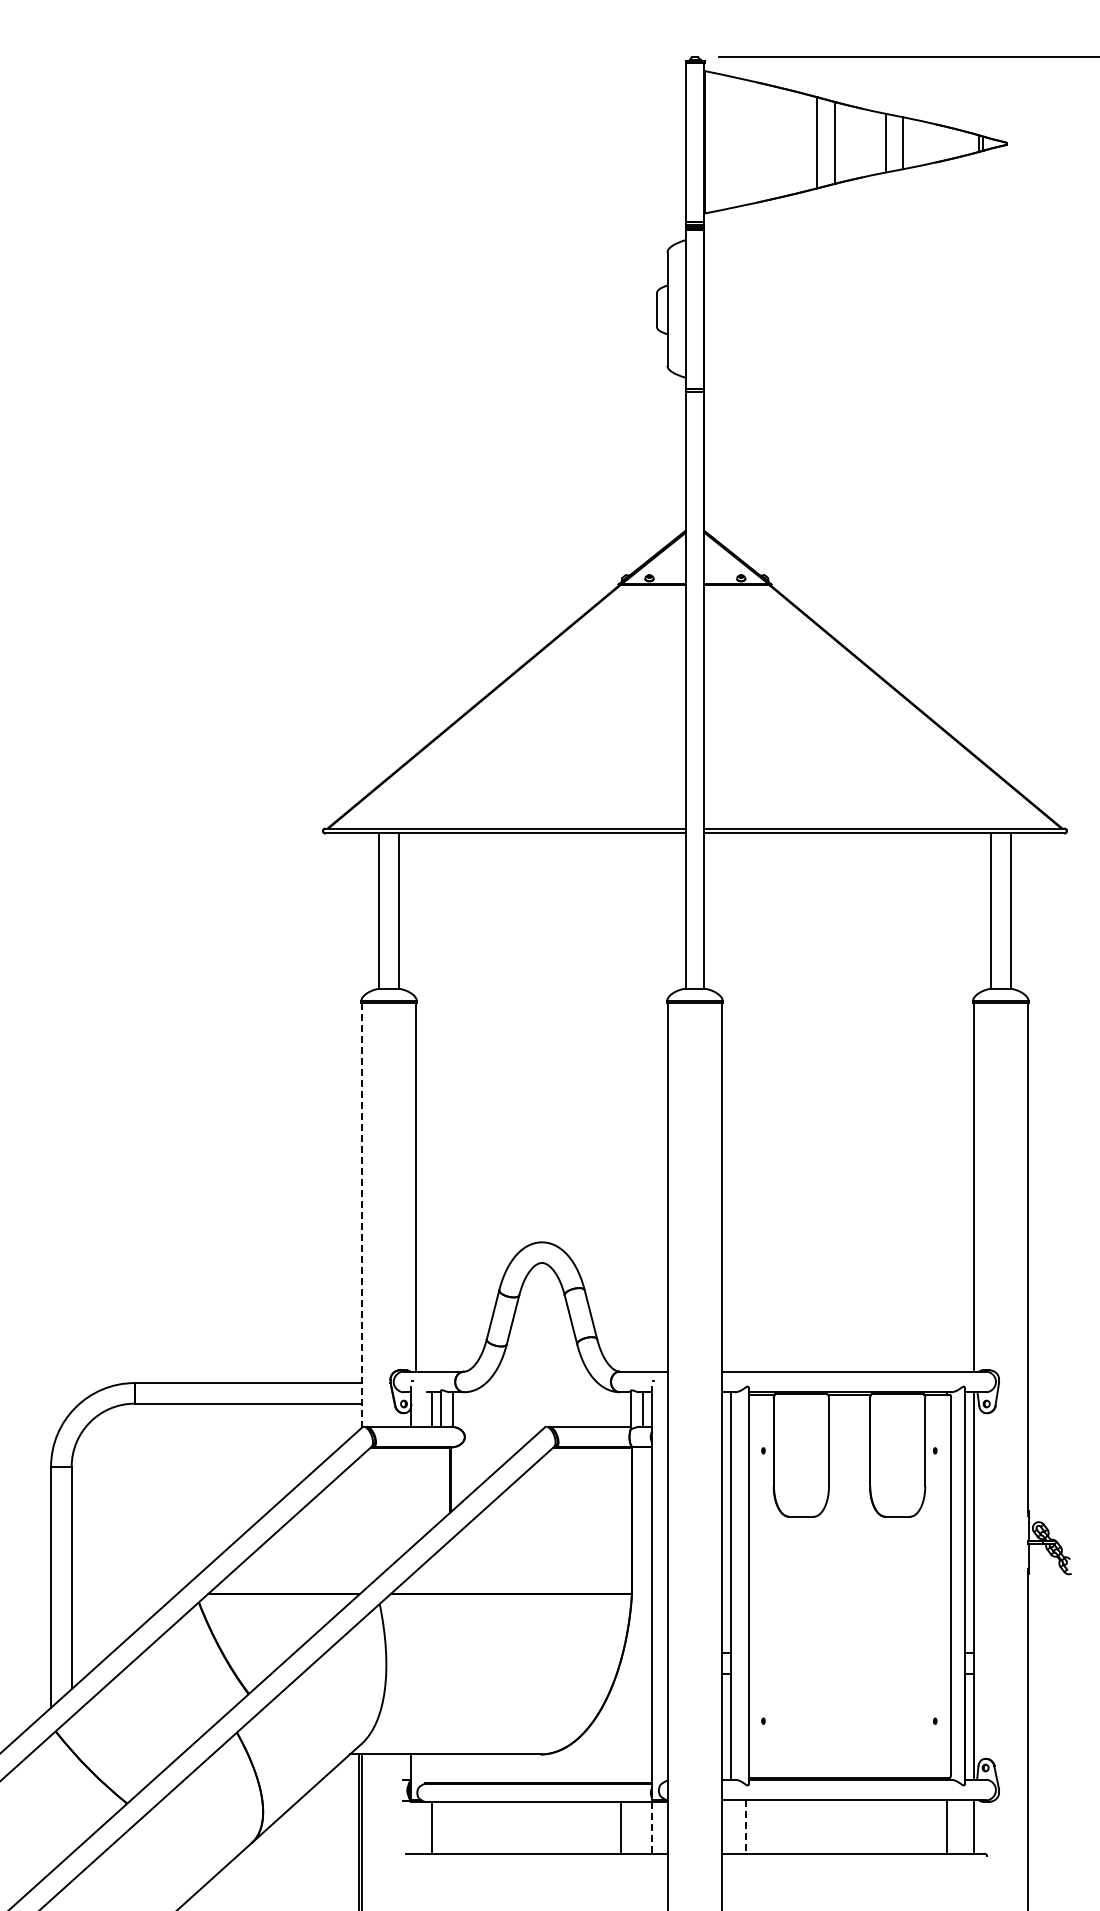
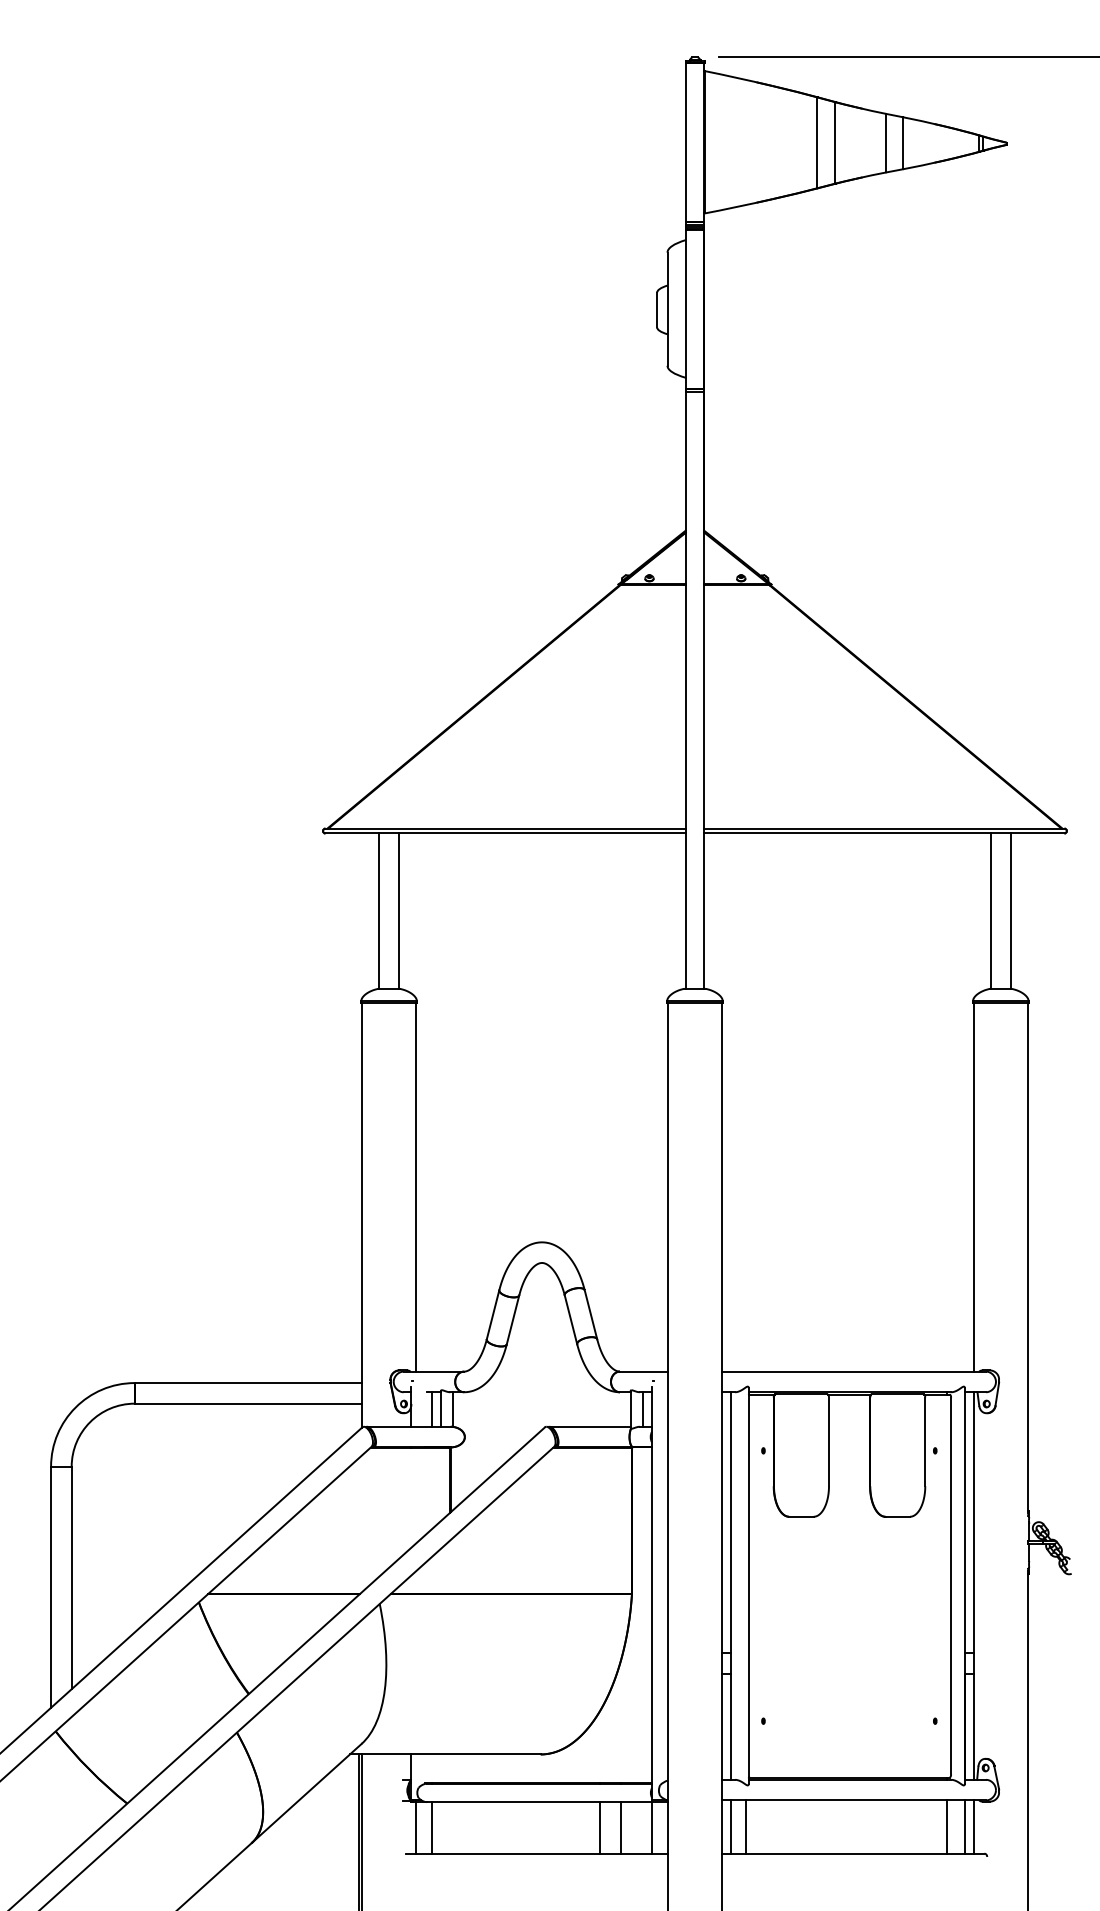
line at (361, 1216): dashed -> solid
line at (730, 1826): none -> present
line at (965, 1826): none -> present
line at (416, 1827): none -> present
line at (600, 1827): none -> present
line at (652, 1827): dashed -> solid
line at (746, 1827): dashed -> solid
